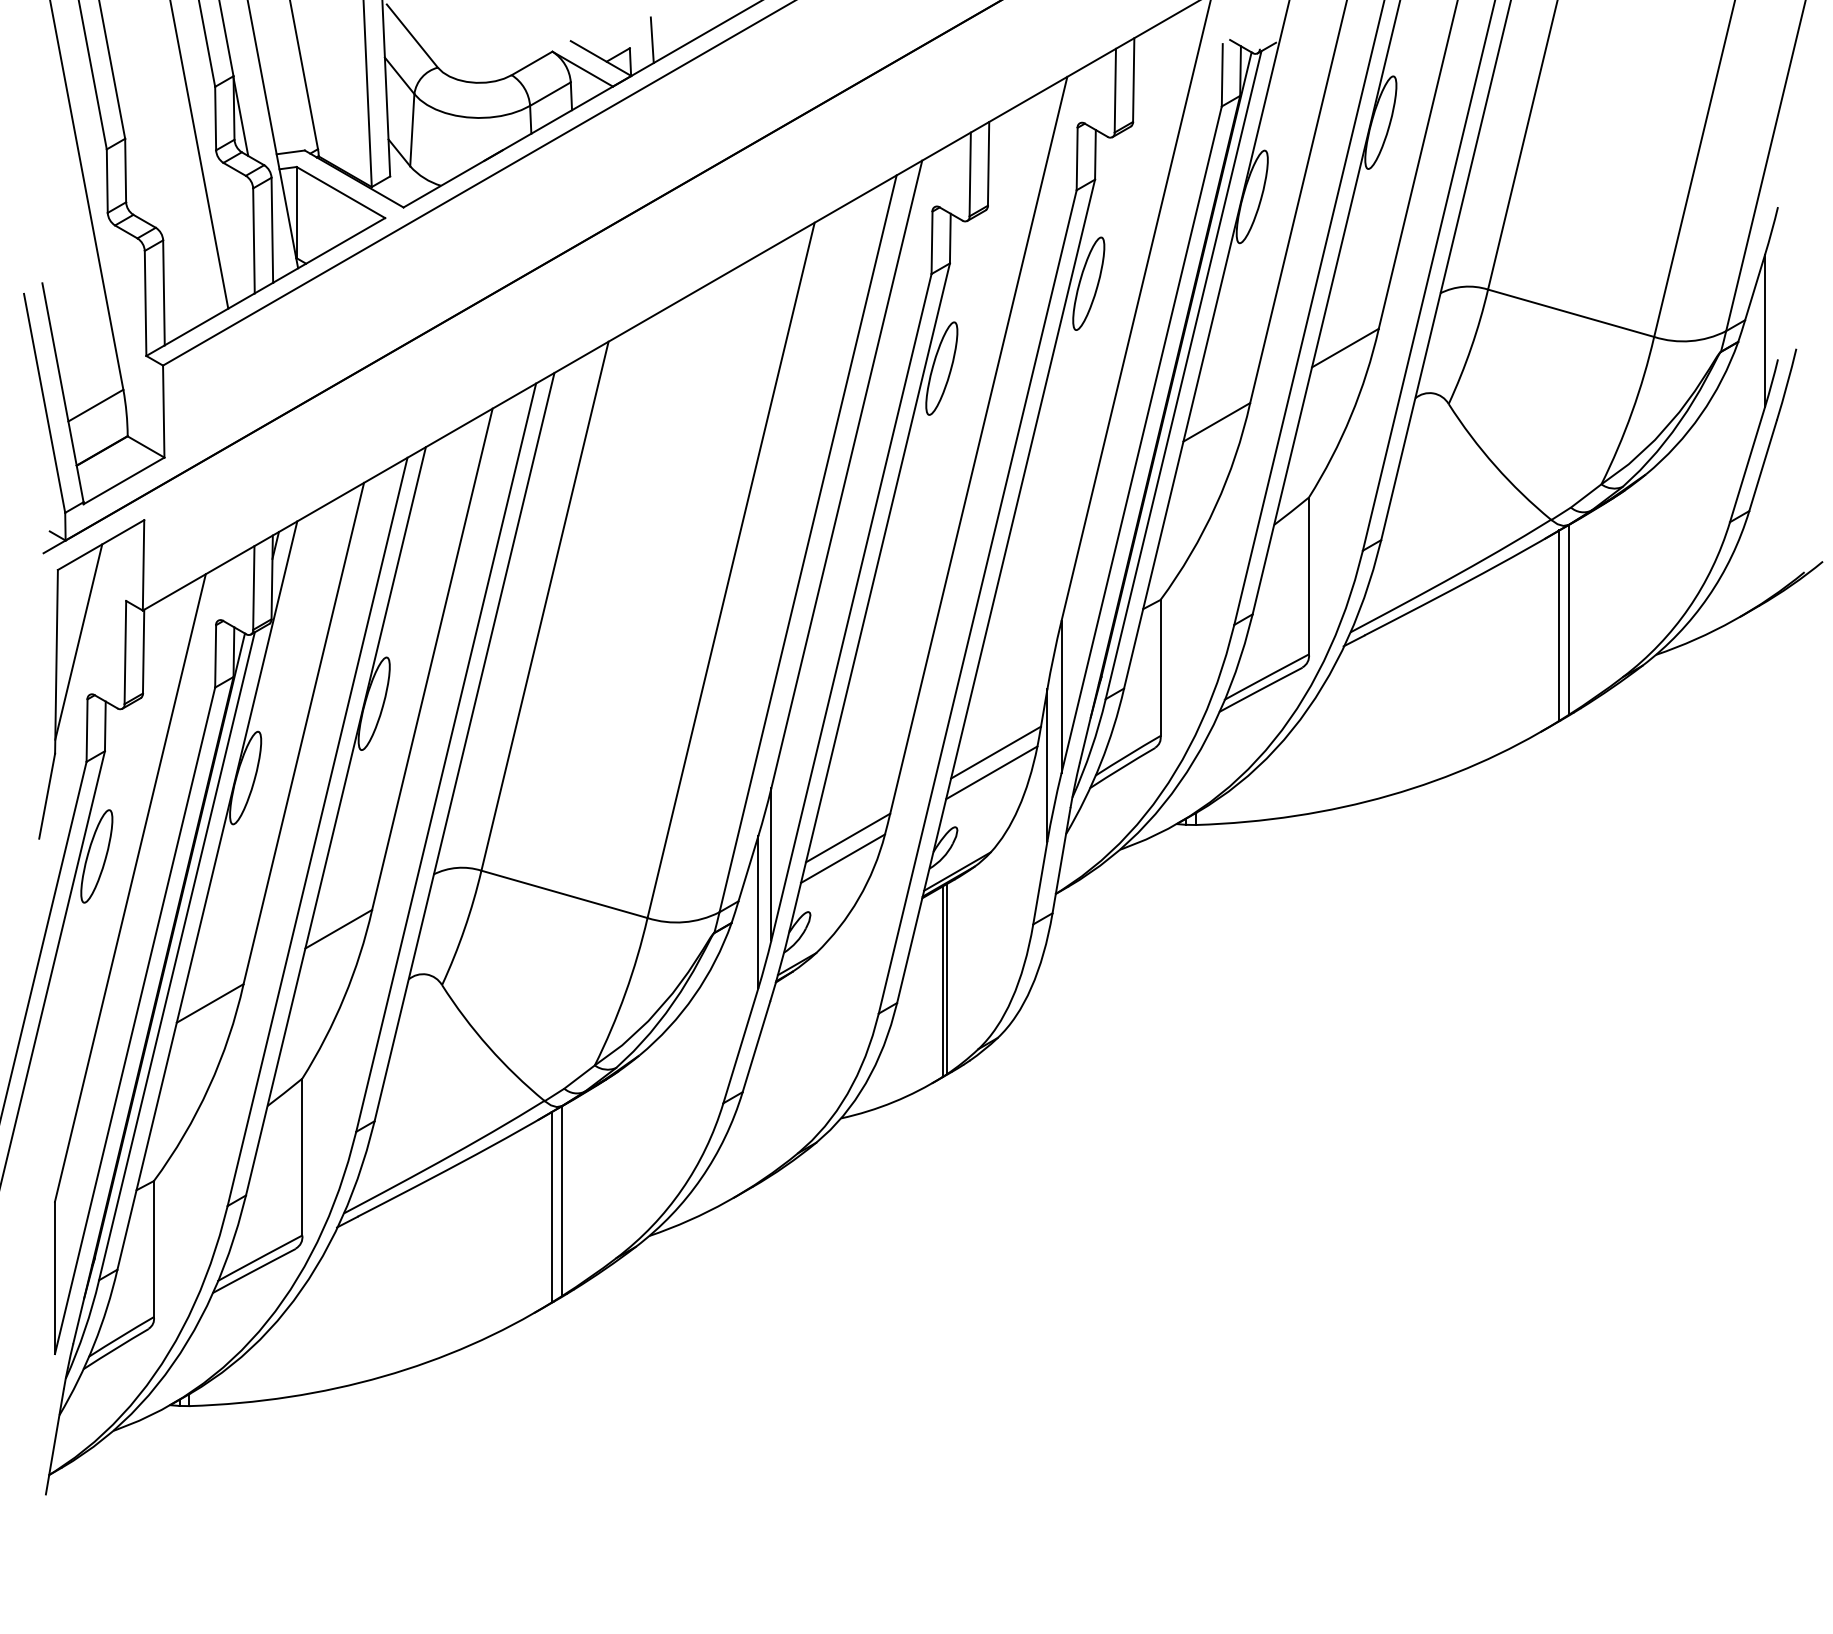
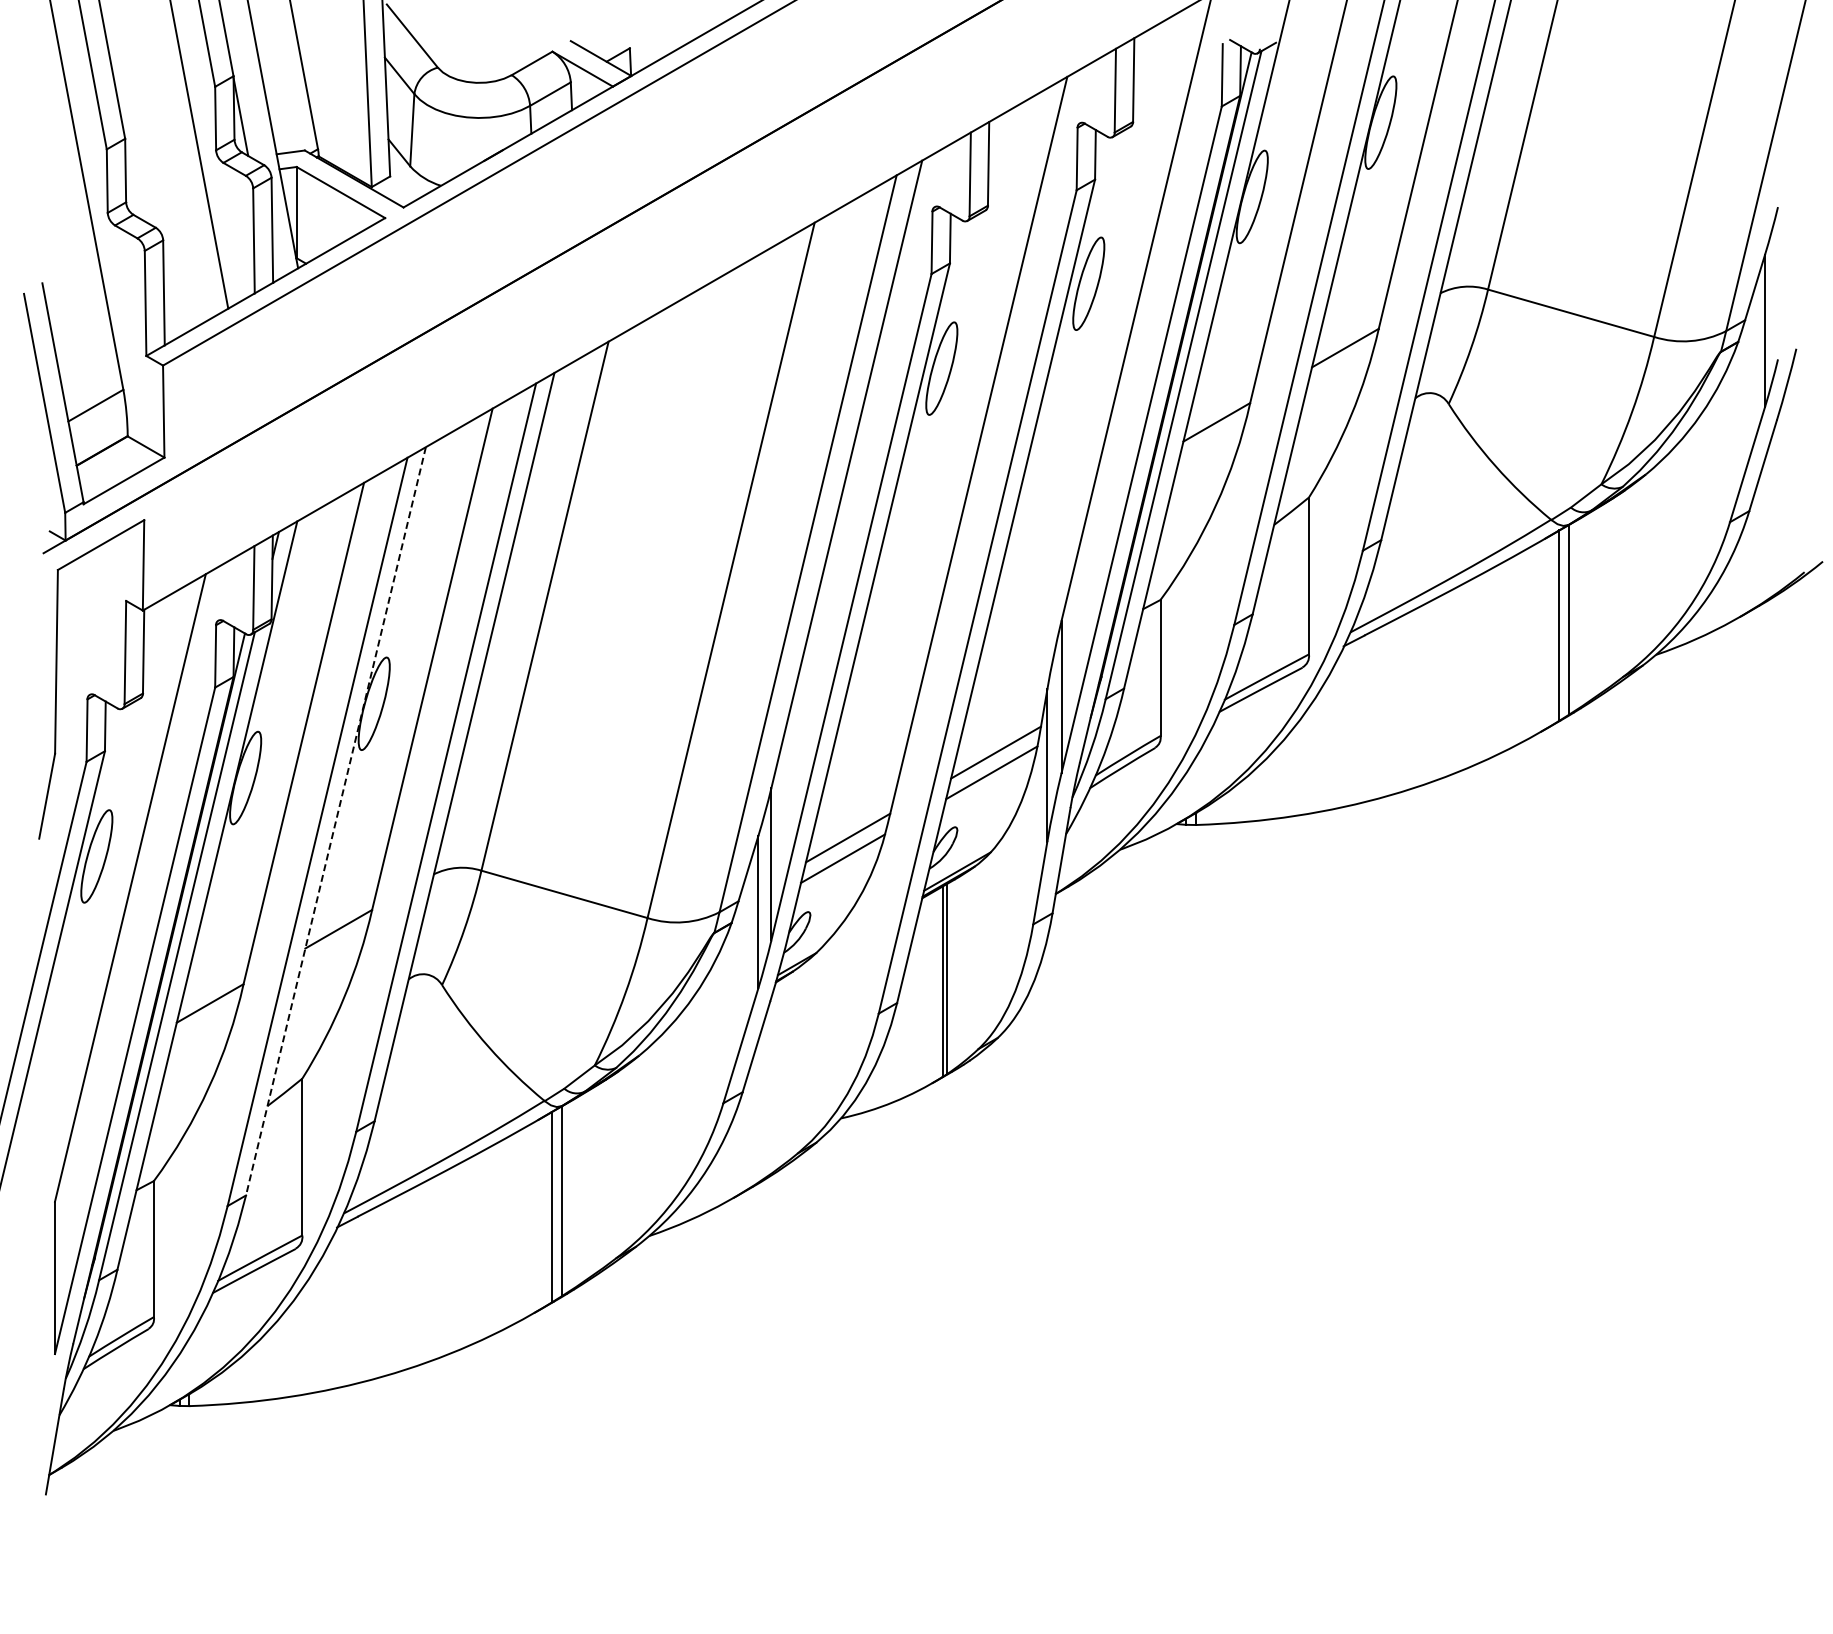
line at (651, 40): present -> none
line at (78, 641): present -> none
line at (335, 821): solid -> dashed
